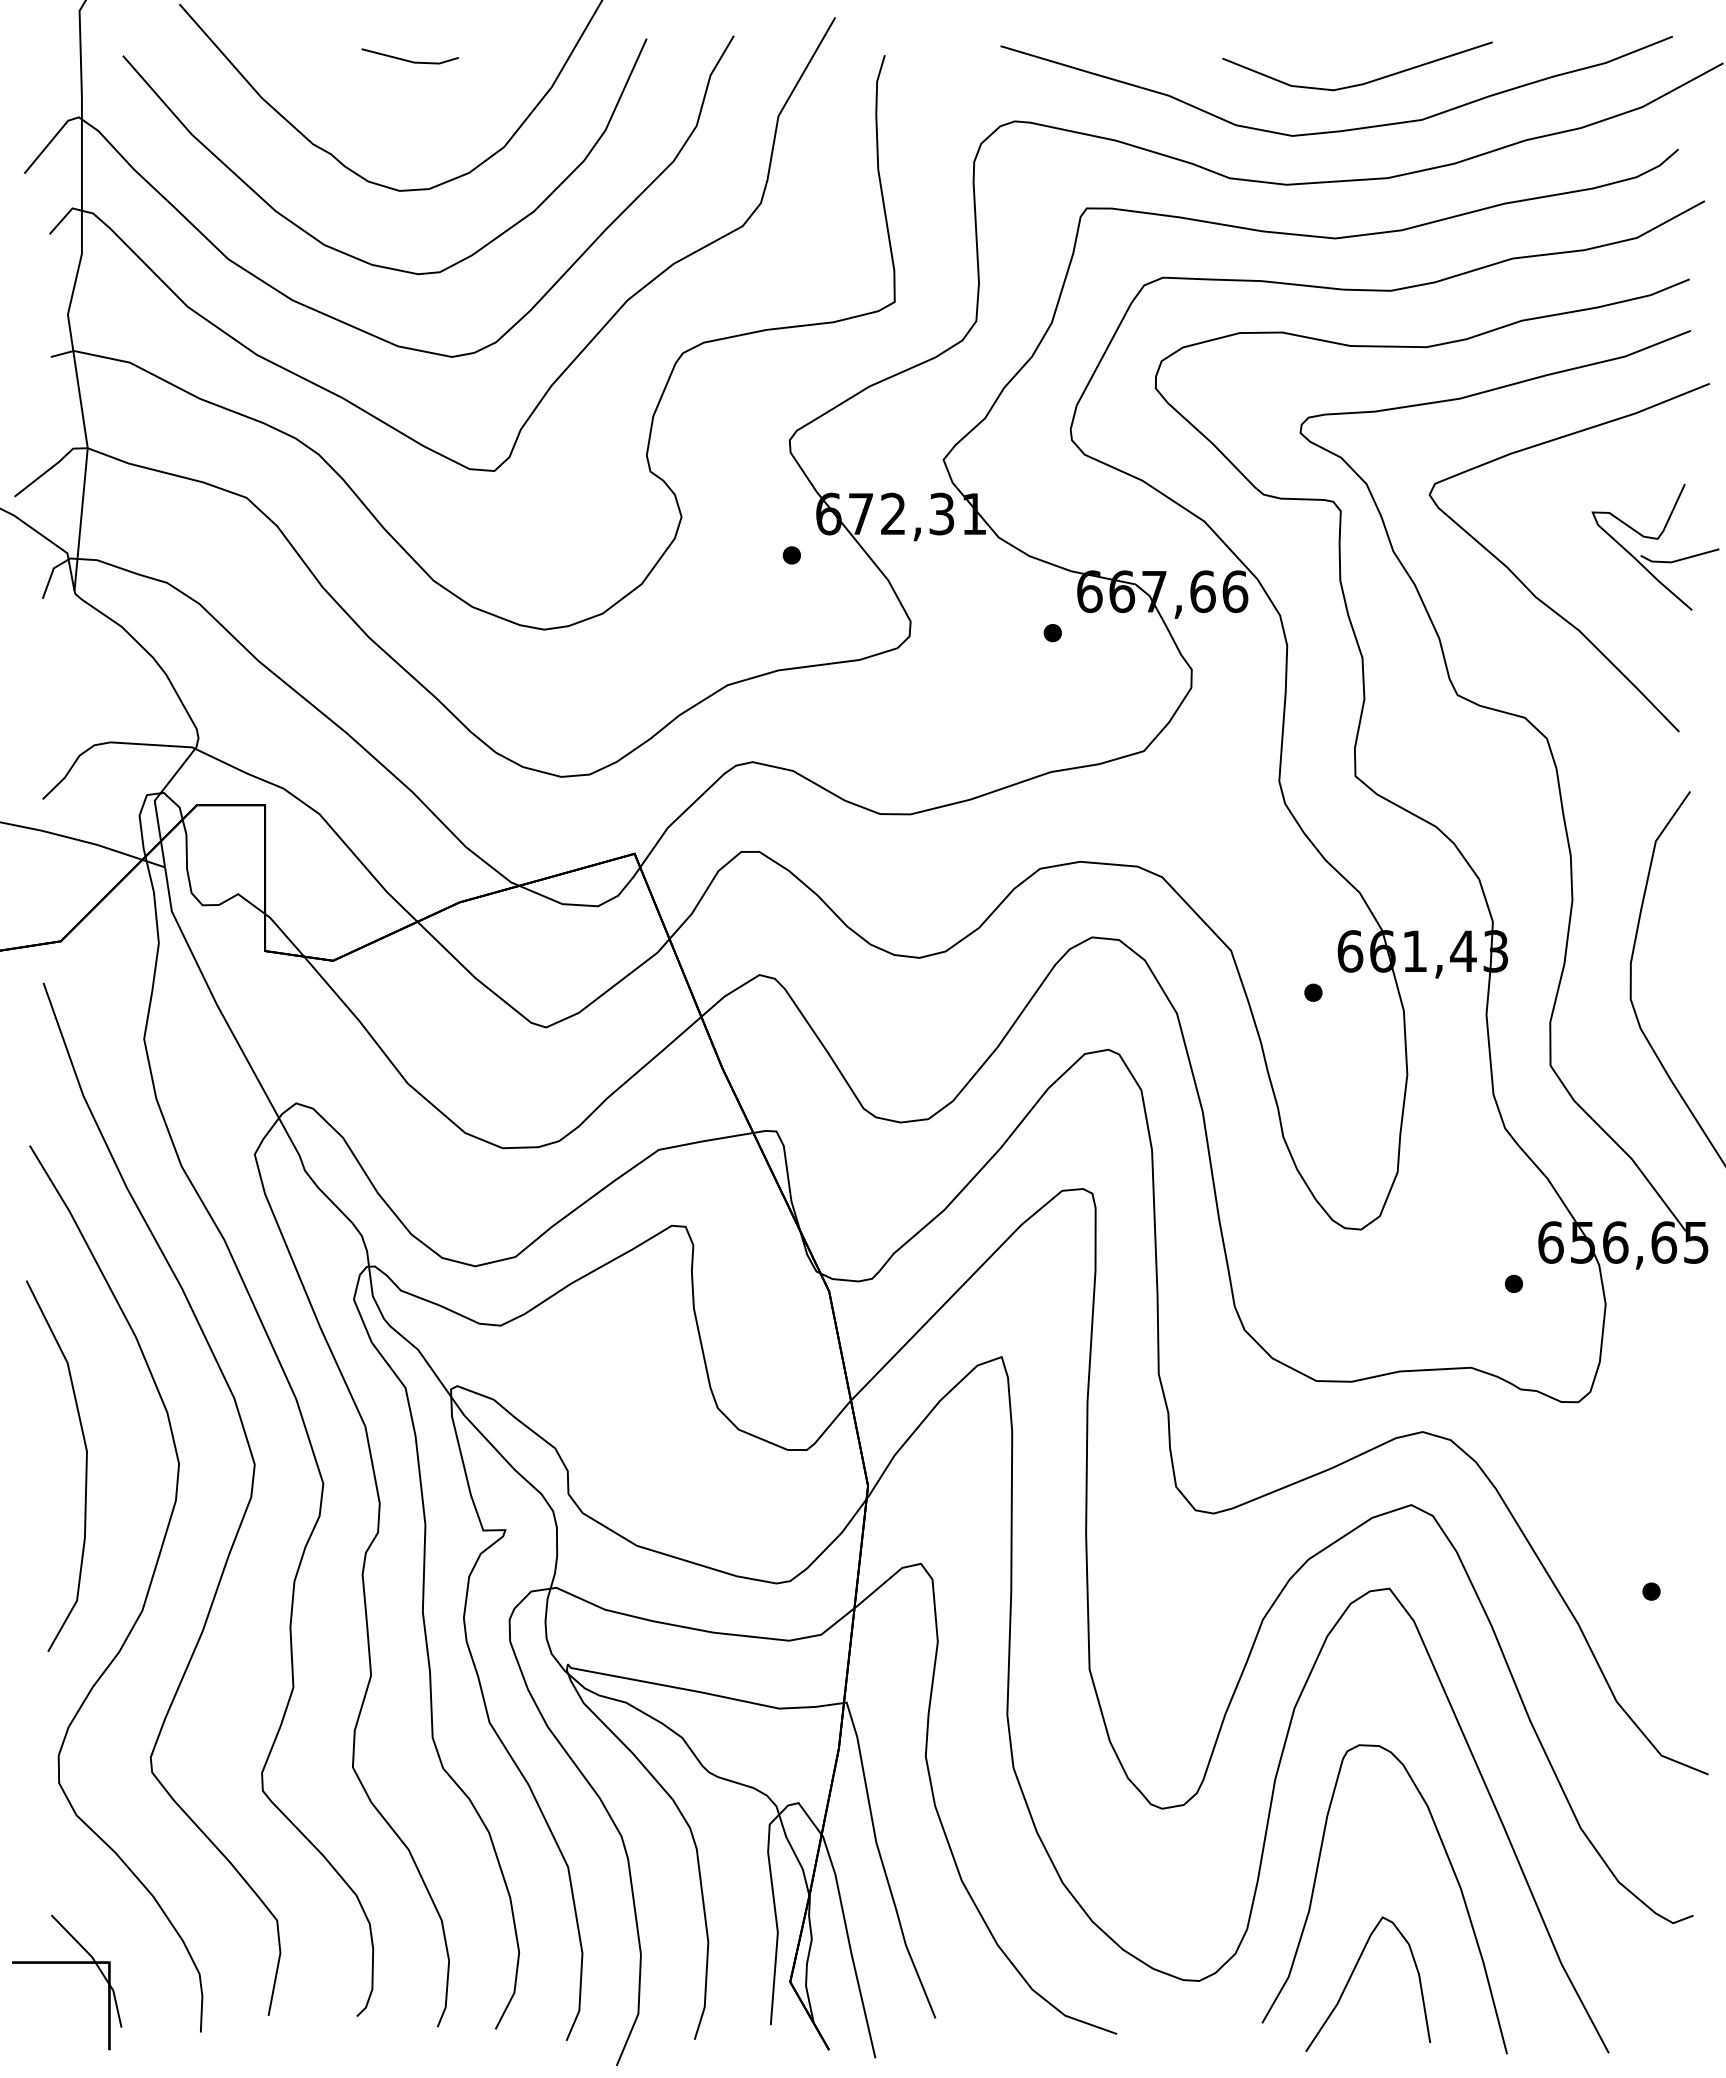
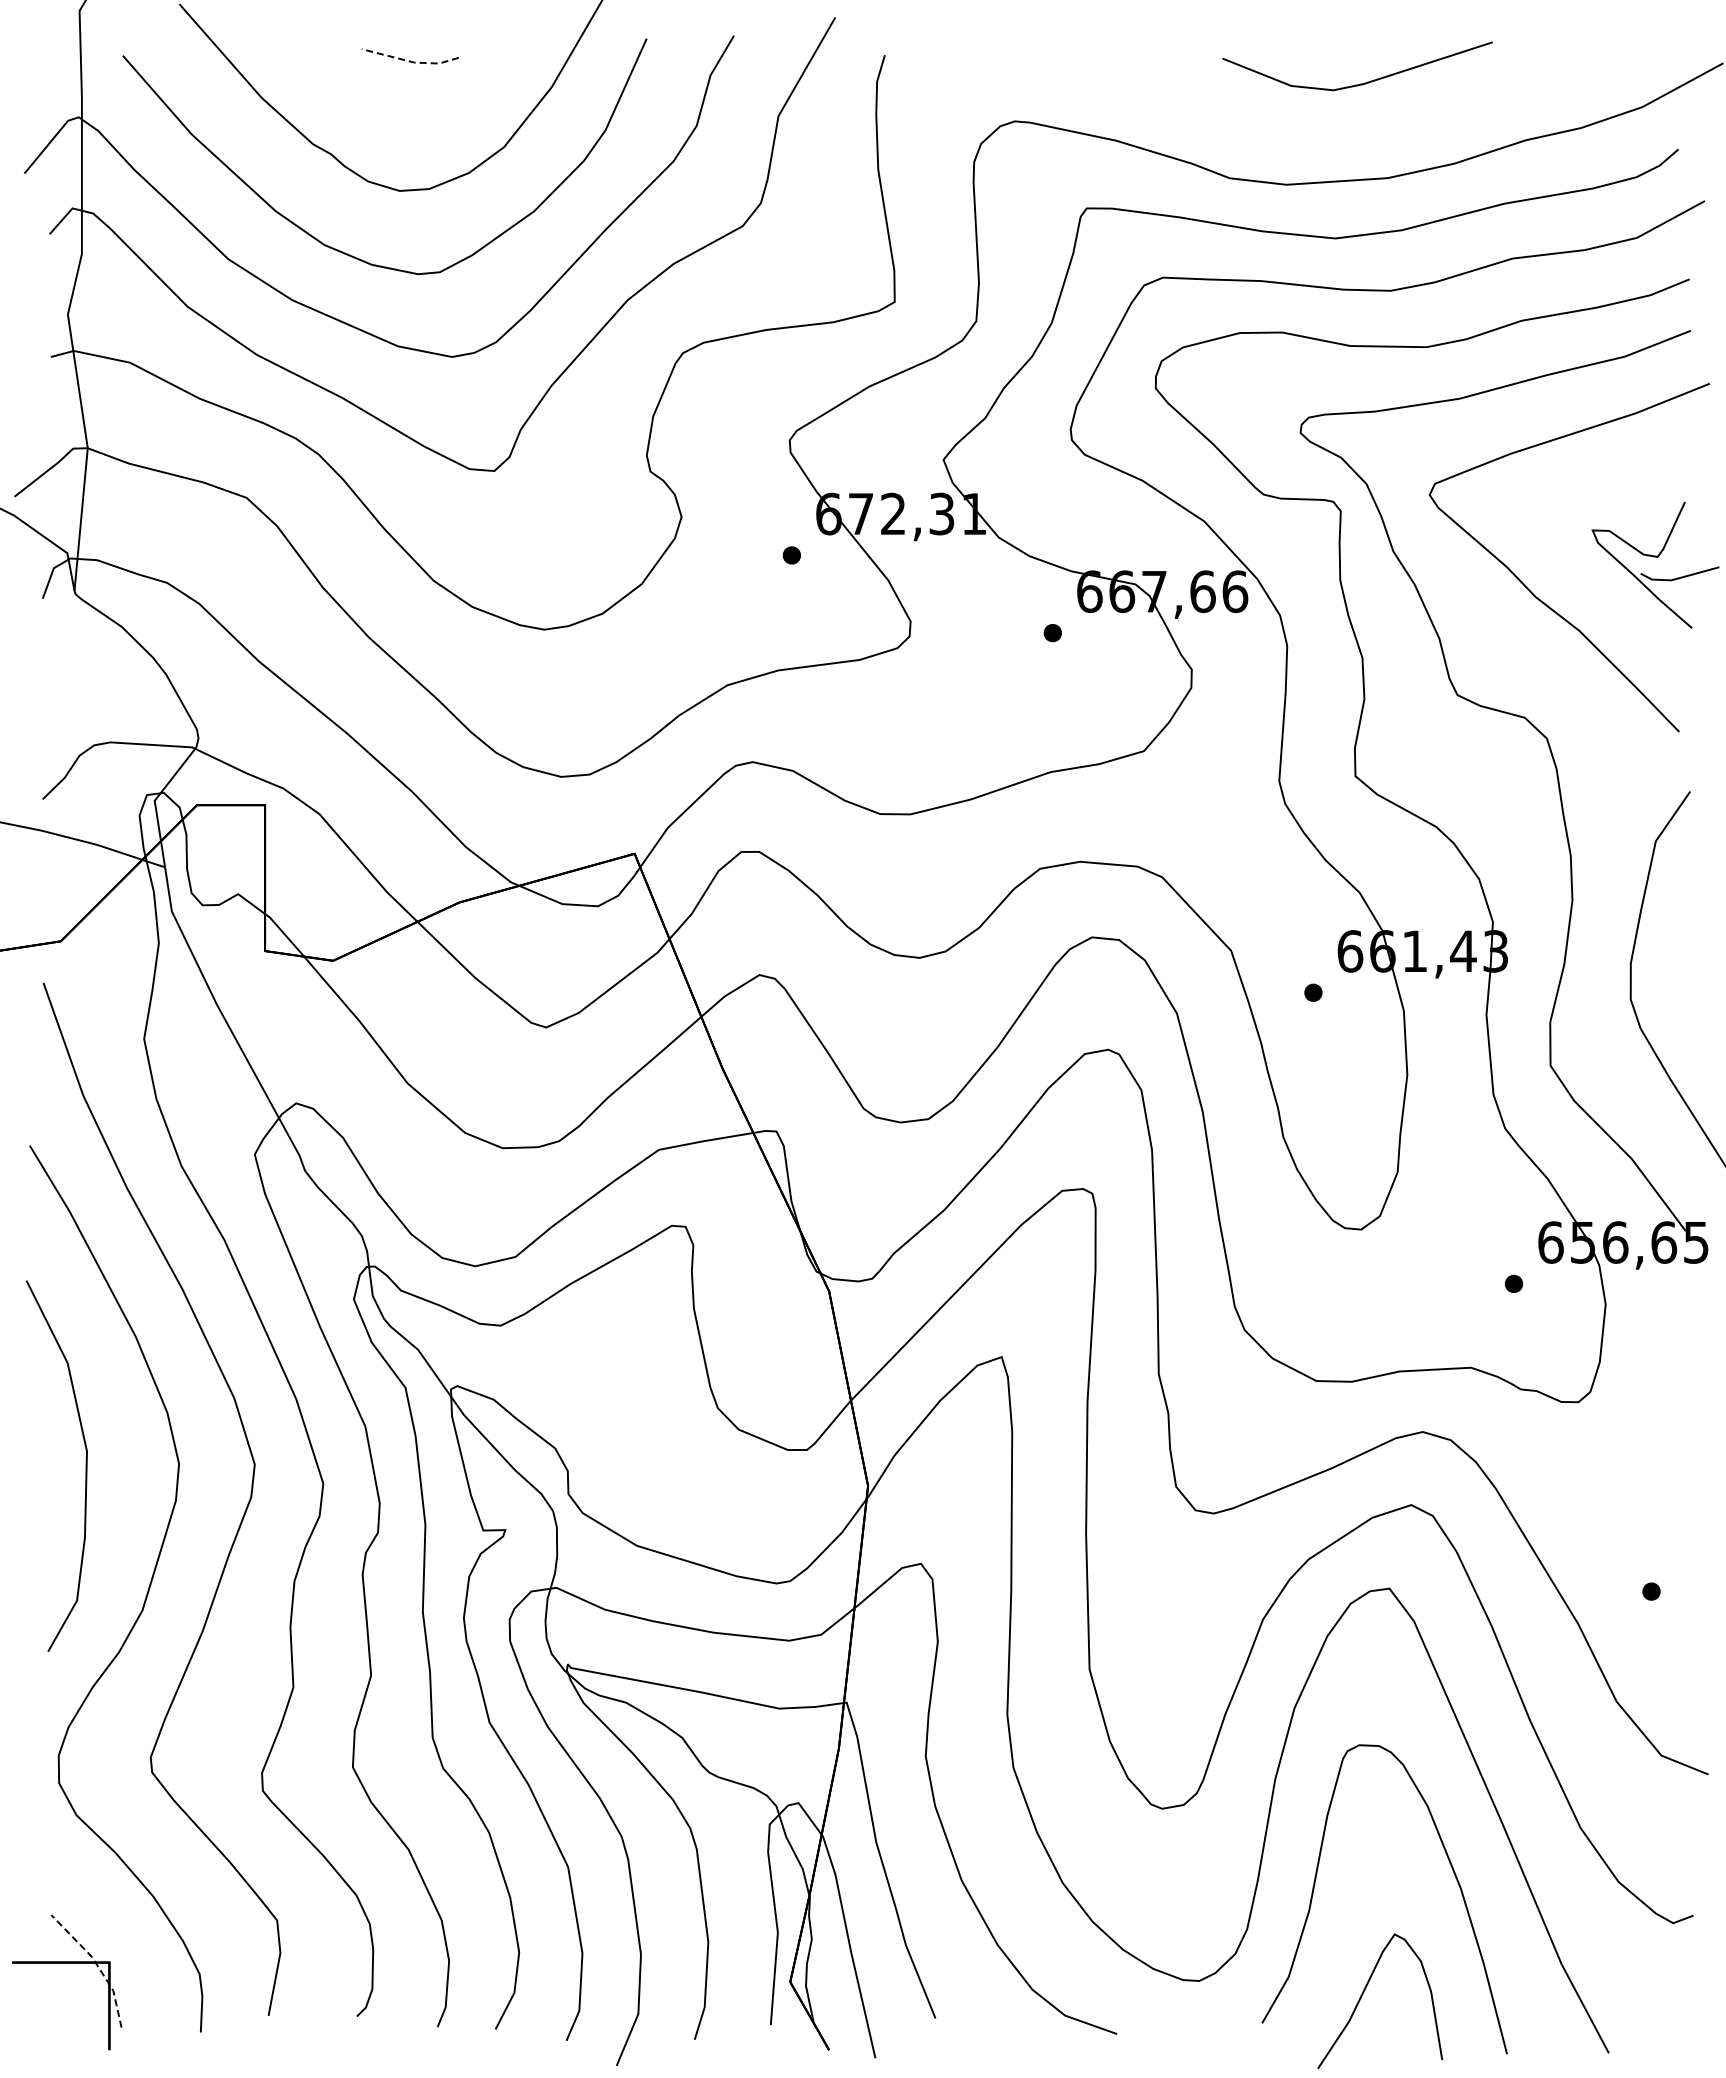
line at (410, 61): solid -> dashed
curve at (1344, 129): present -> none
part at (1655, 539) position: (1655, 539) -> (1655, 557)
line at (96, 1964): solid -> dashed
curve at (1352, 1975) position: (1352, 1975) -> (1364, 1992)
